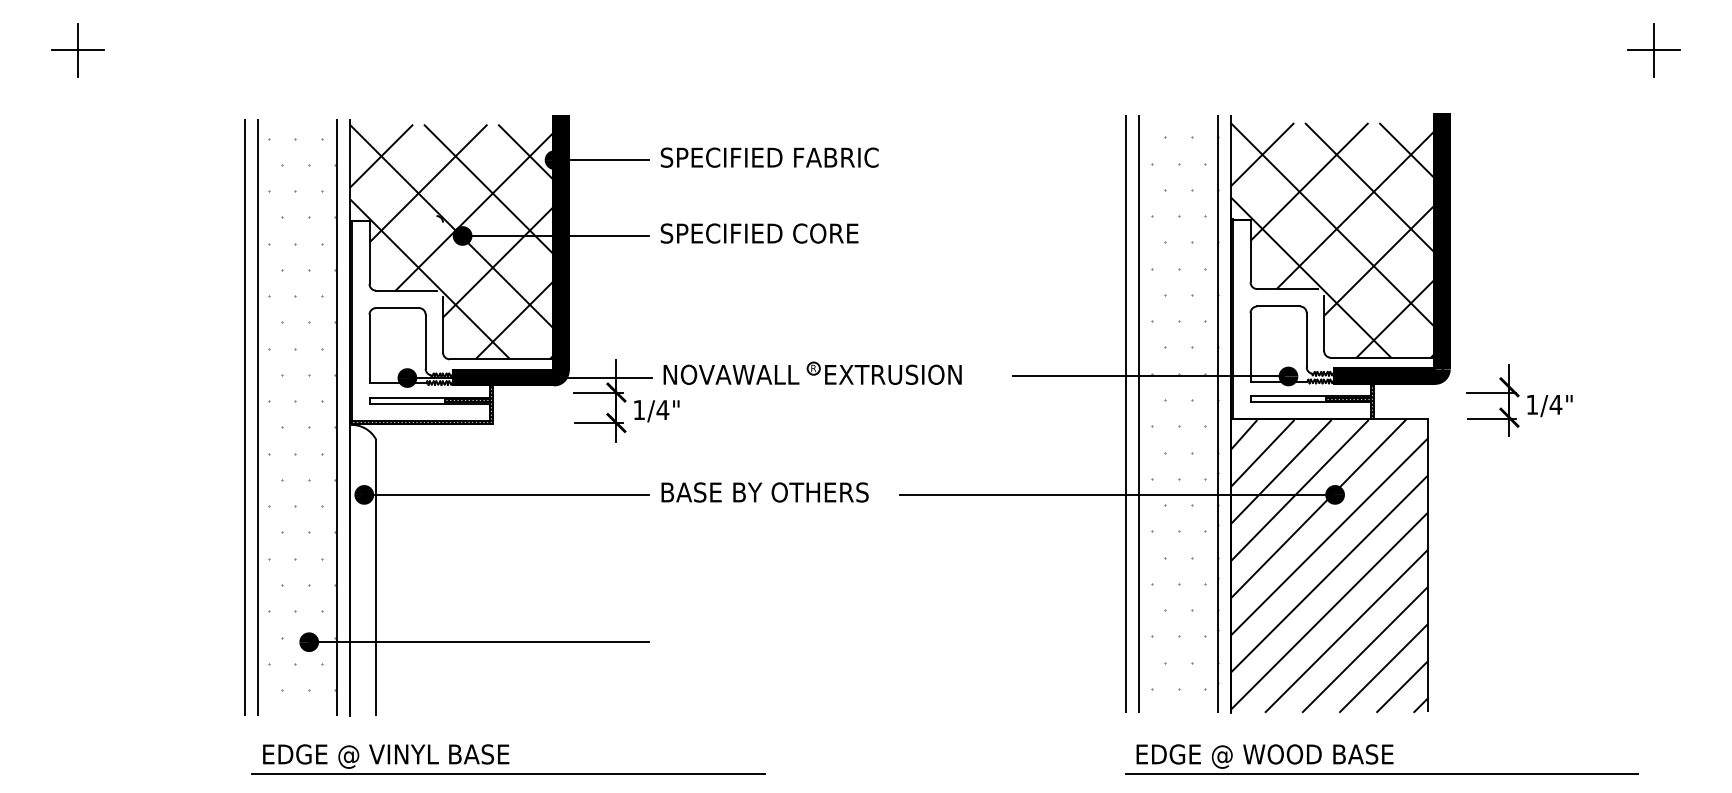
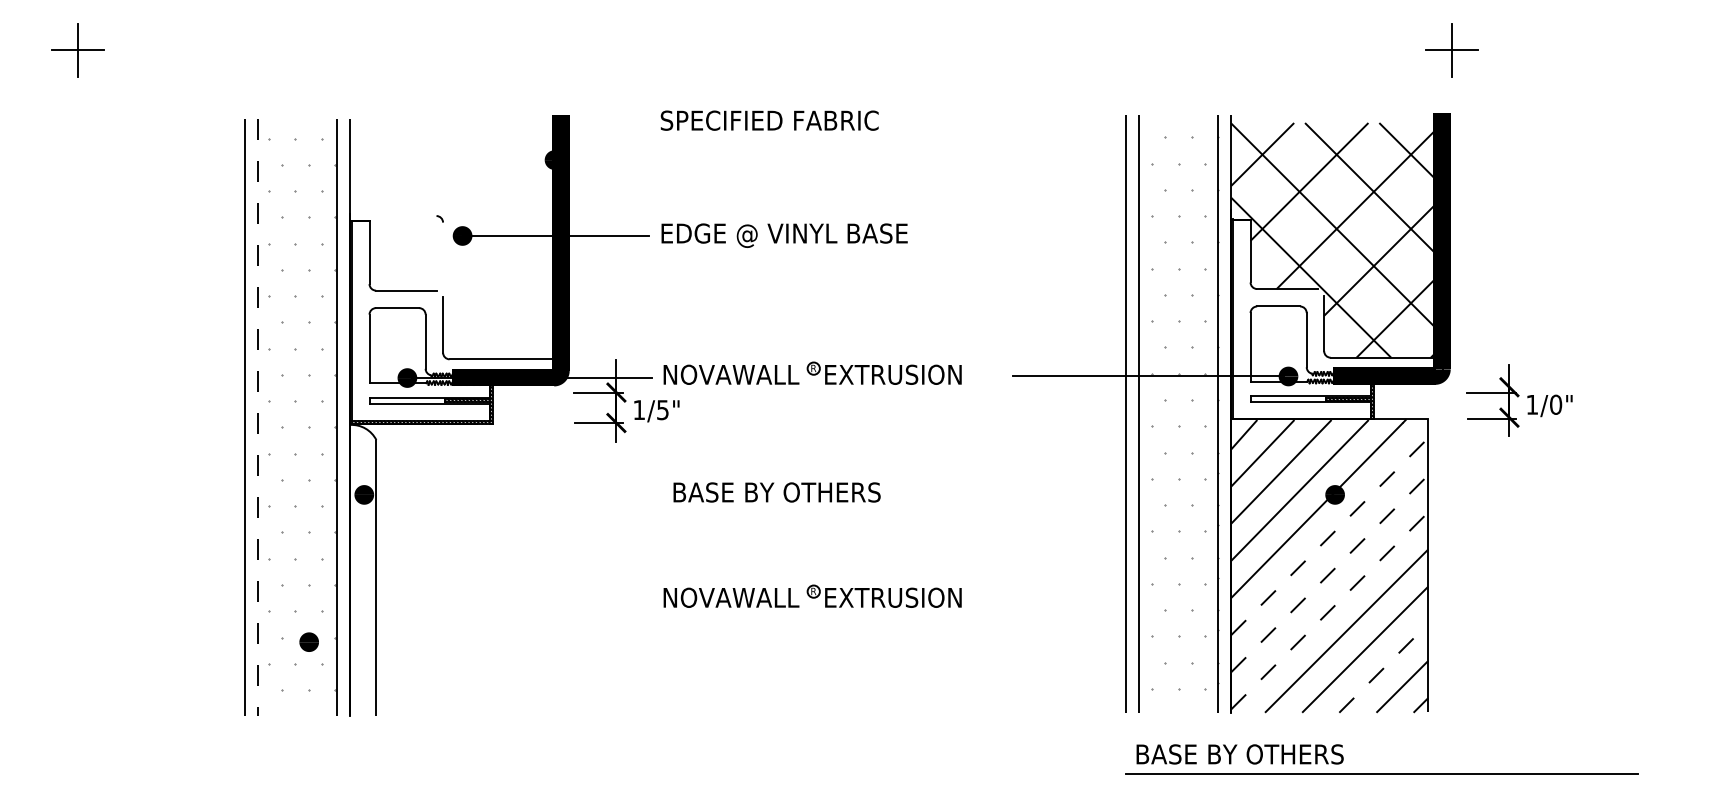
part at (1653, 50) position: (1653, 50) -> (1451, 50)
text at (769, 157) position: (769, 157) -> (769, 120)
line at (601, 160): present -> none
text at (783, 235): SPECIFIED CORE -> EDGE @ VINYL BASE
hatch at (455, 241): present -> none
text at (1555, 404): 1/4" -> 1/0"
text at (662, 410): 1/4" -> 1/5"
line at (258, 417): solid -> dashed
text at (764, 492) position: (764, 492) -> (776, 492)
line at (506, 494): present -> none
line at (1115, 494): present -> none
line at (1330, 536): solid -> dashed
line at (1330, 573): solid -> dashed
part at (812, 595): none -> present
line at (1330, 610): solid -> dashed
line at (478, 642): present -> none
line at (1383, 668): solid -> dashed
text at (1268, 756): EDGE @ WOOD BASE -> BASE BY OTHERS
part at (508, 759): present -> none
